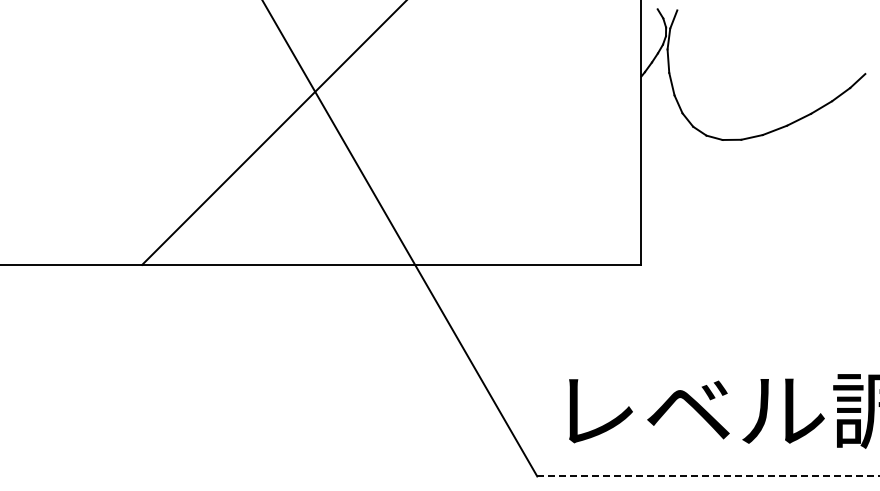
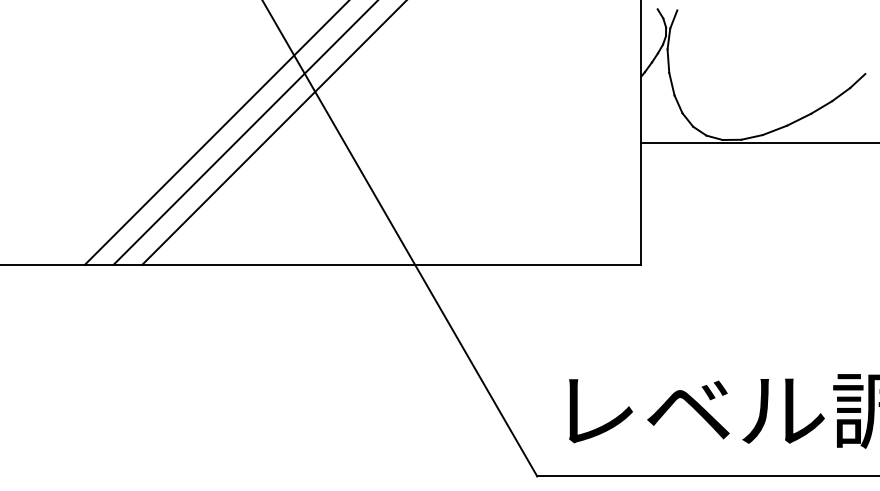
line at (215, 133): none -> present
line at (244, 133): none -> present
line at (758, 143): none -> present
line at (708, 476): dashed -> solid
